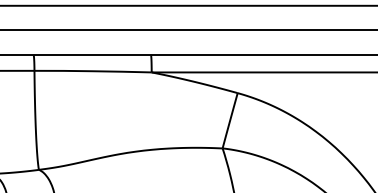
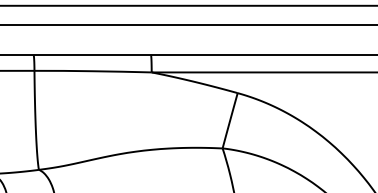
line at (188, 30) position: (188, 30) -> (188, 25)
